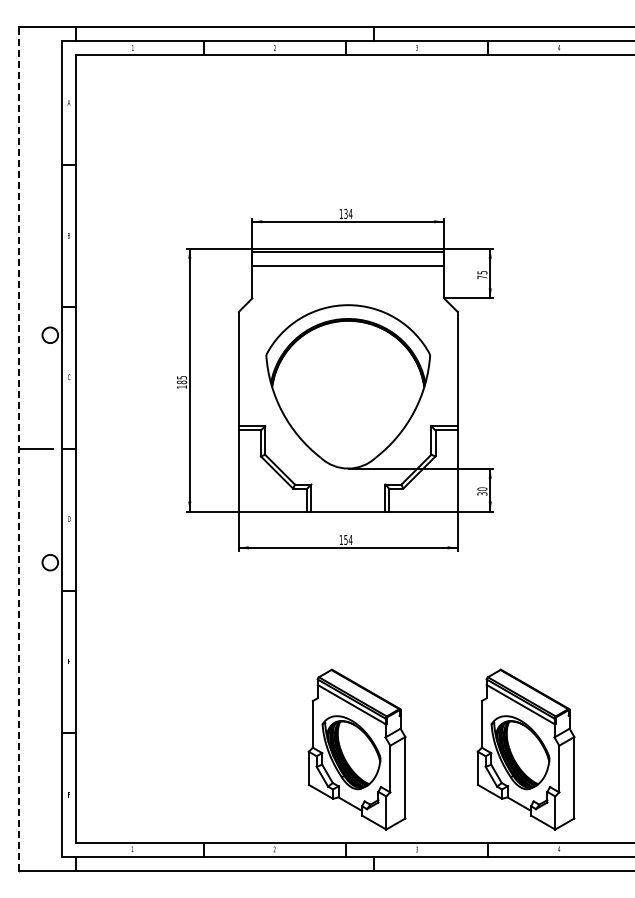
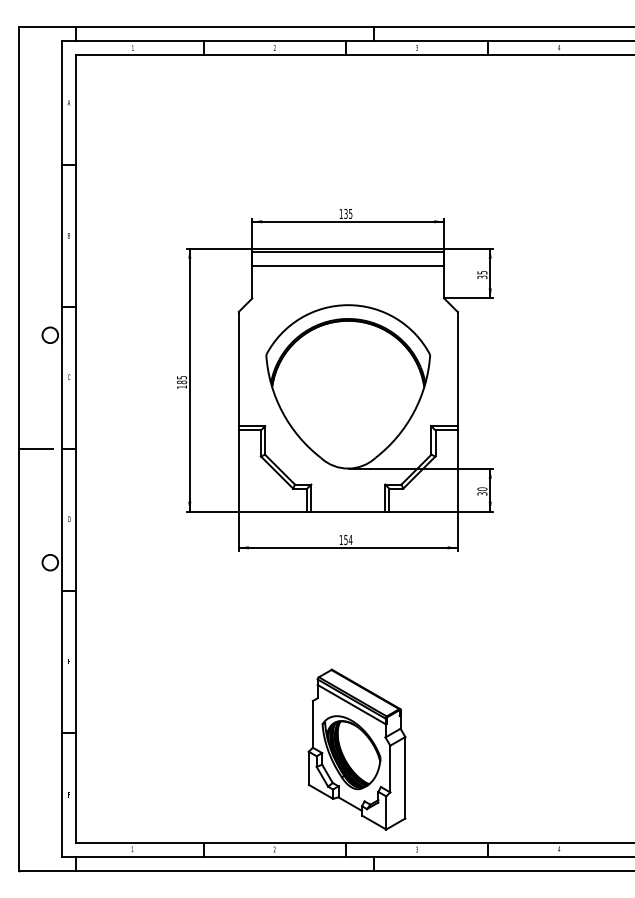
text at (350, 213): 134 -> 135
text at (482, 277): 75 -> 35
line at (19, 448): dashed -> solid
part at (525, 749): present -> none
